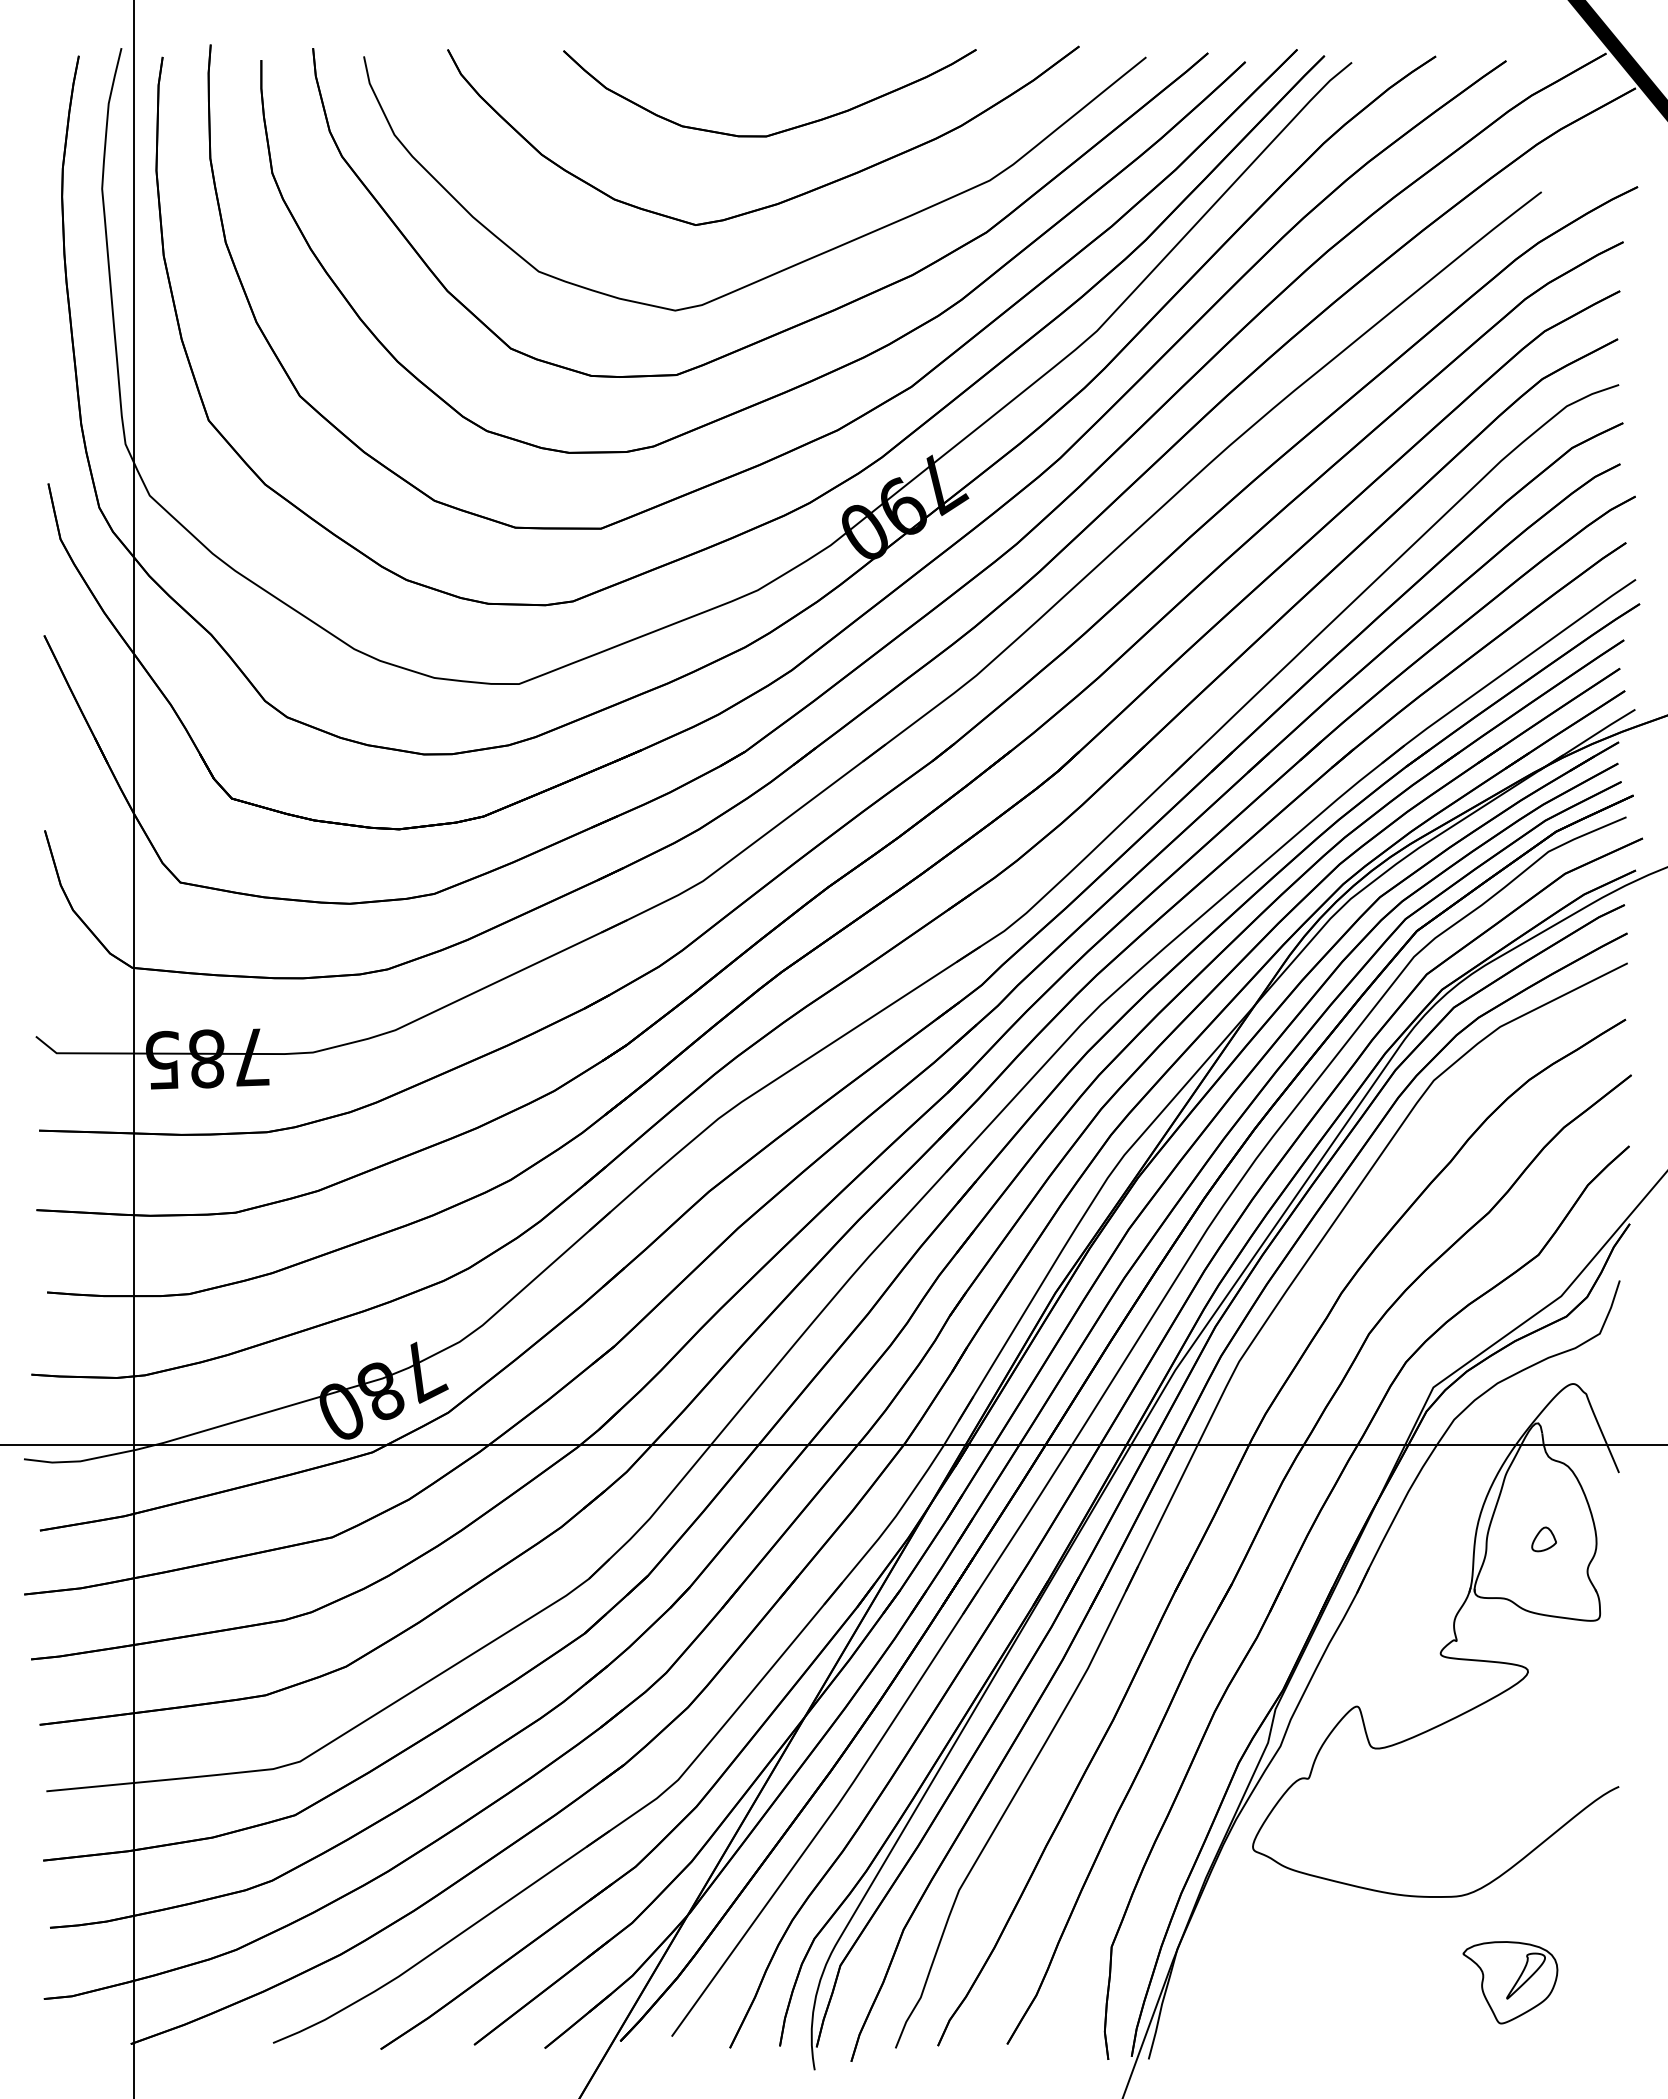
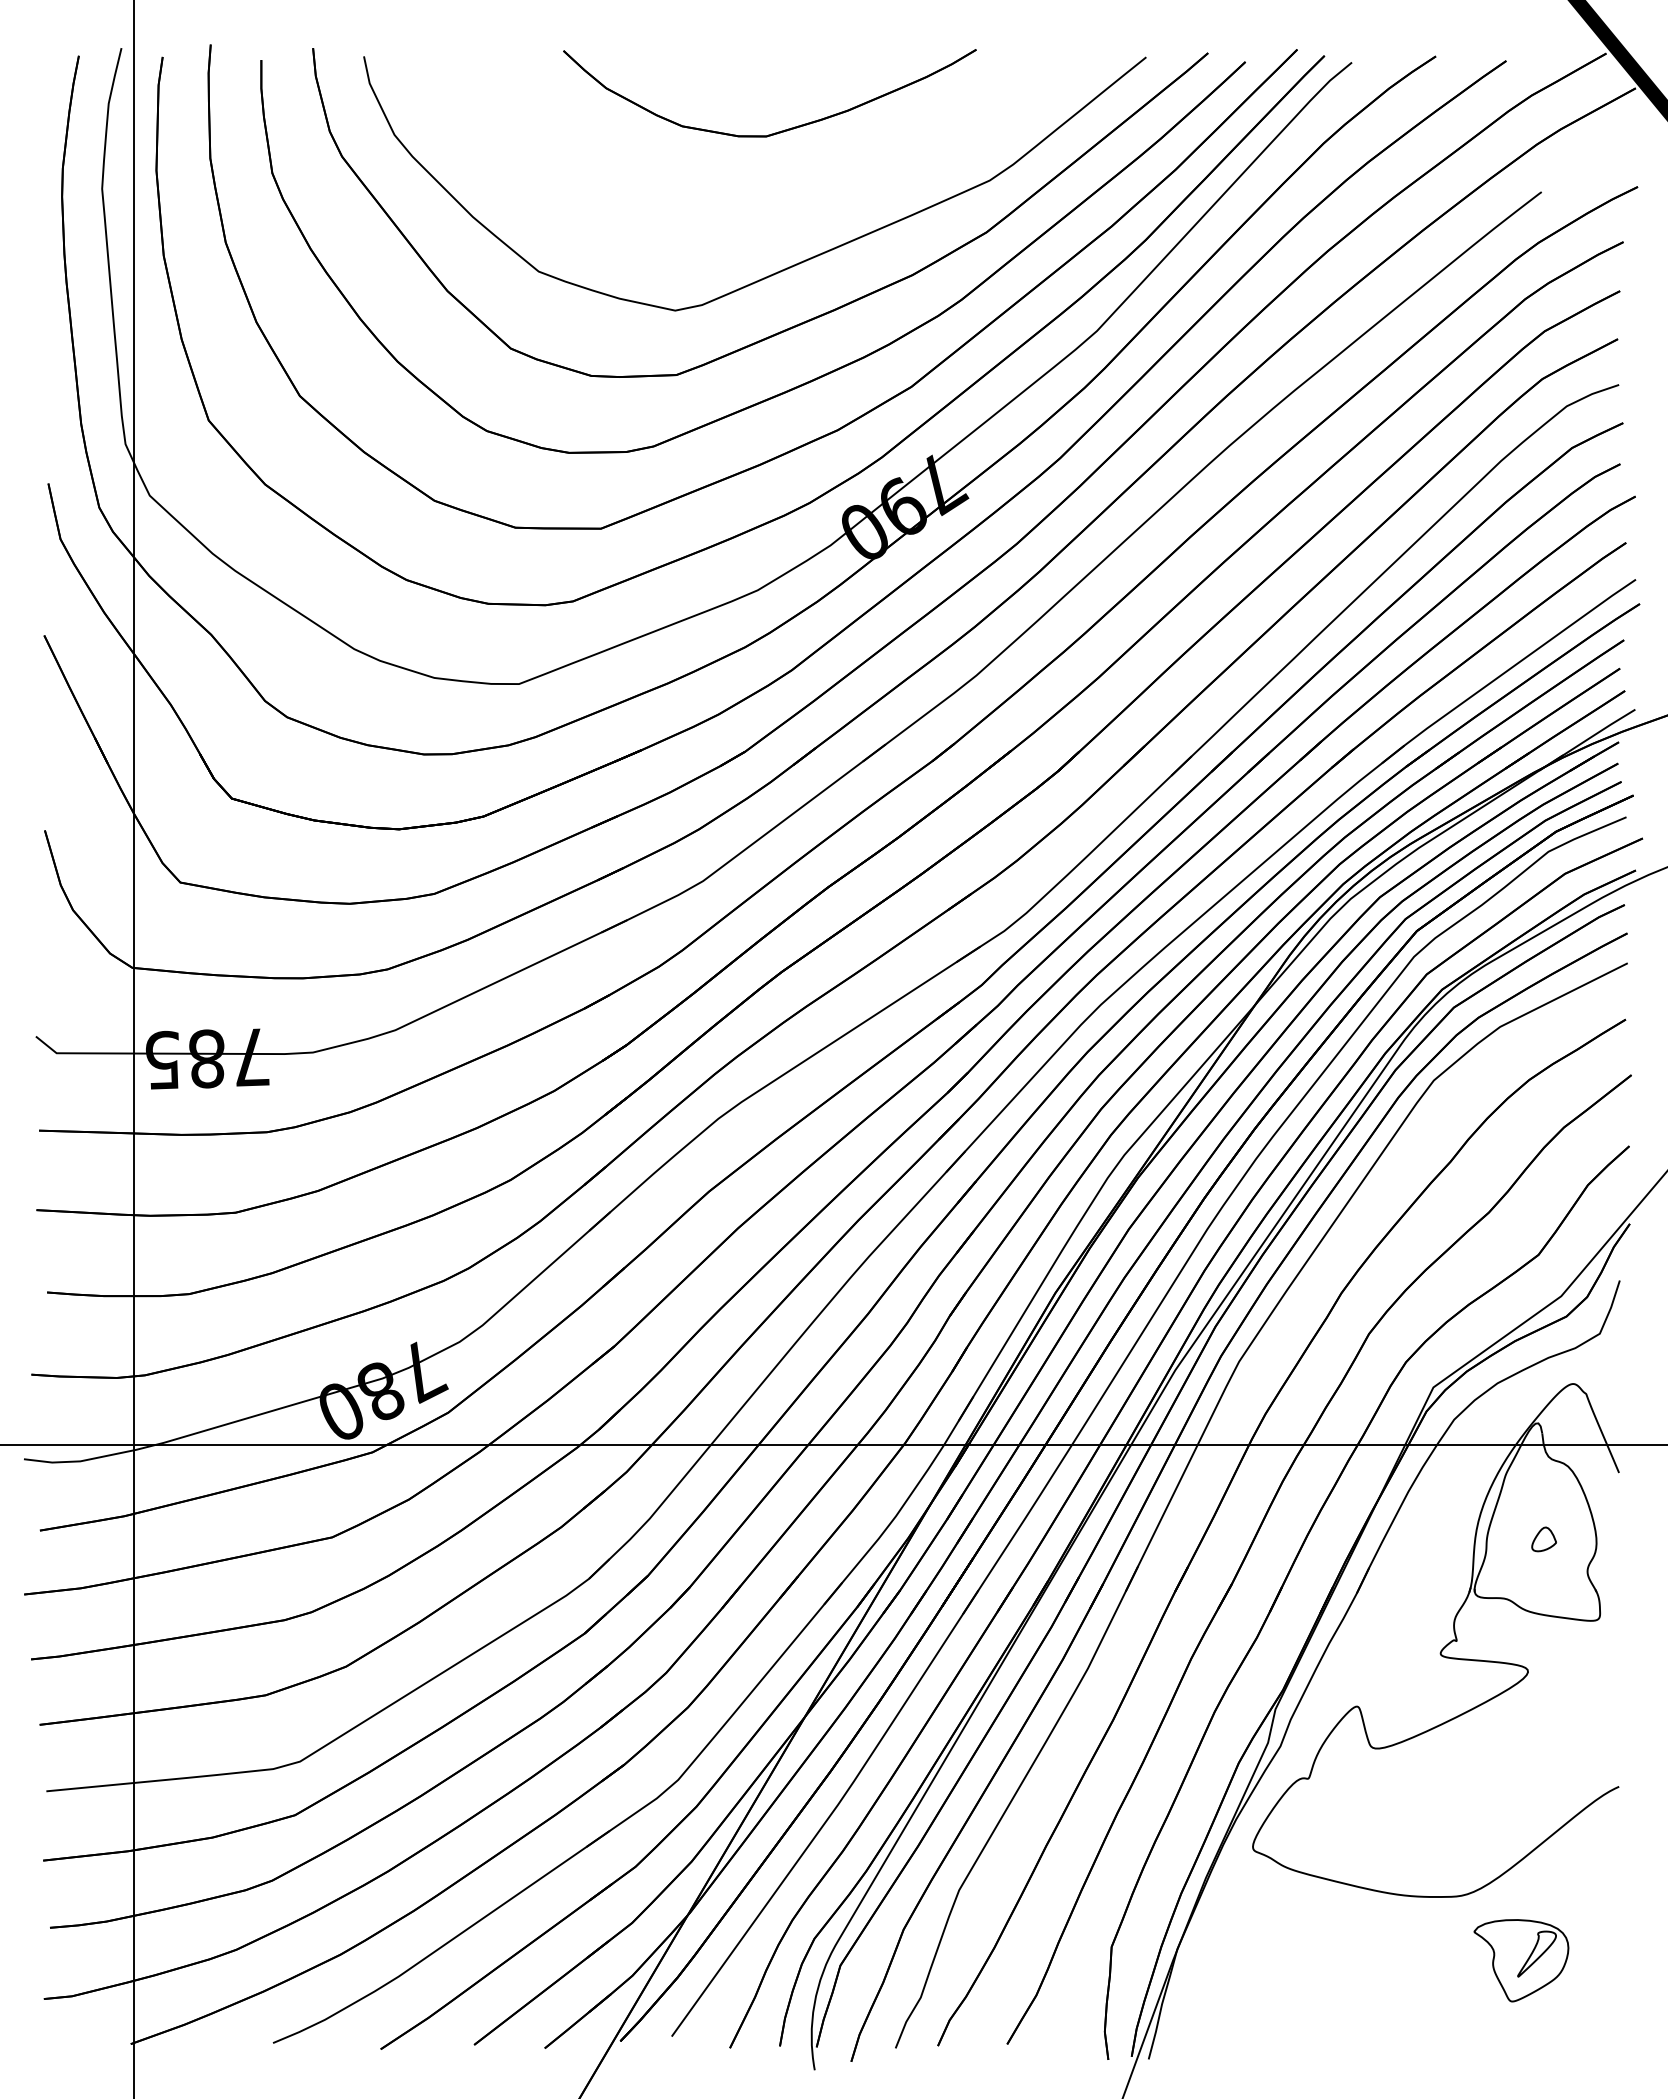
part at (788, 198): present -> none
part at (1510, 1982) position: (1510, 1982) -> (1521, 1960)
